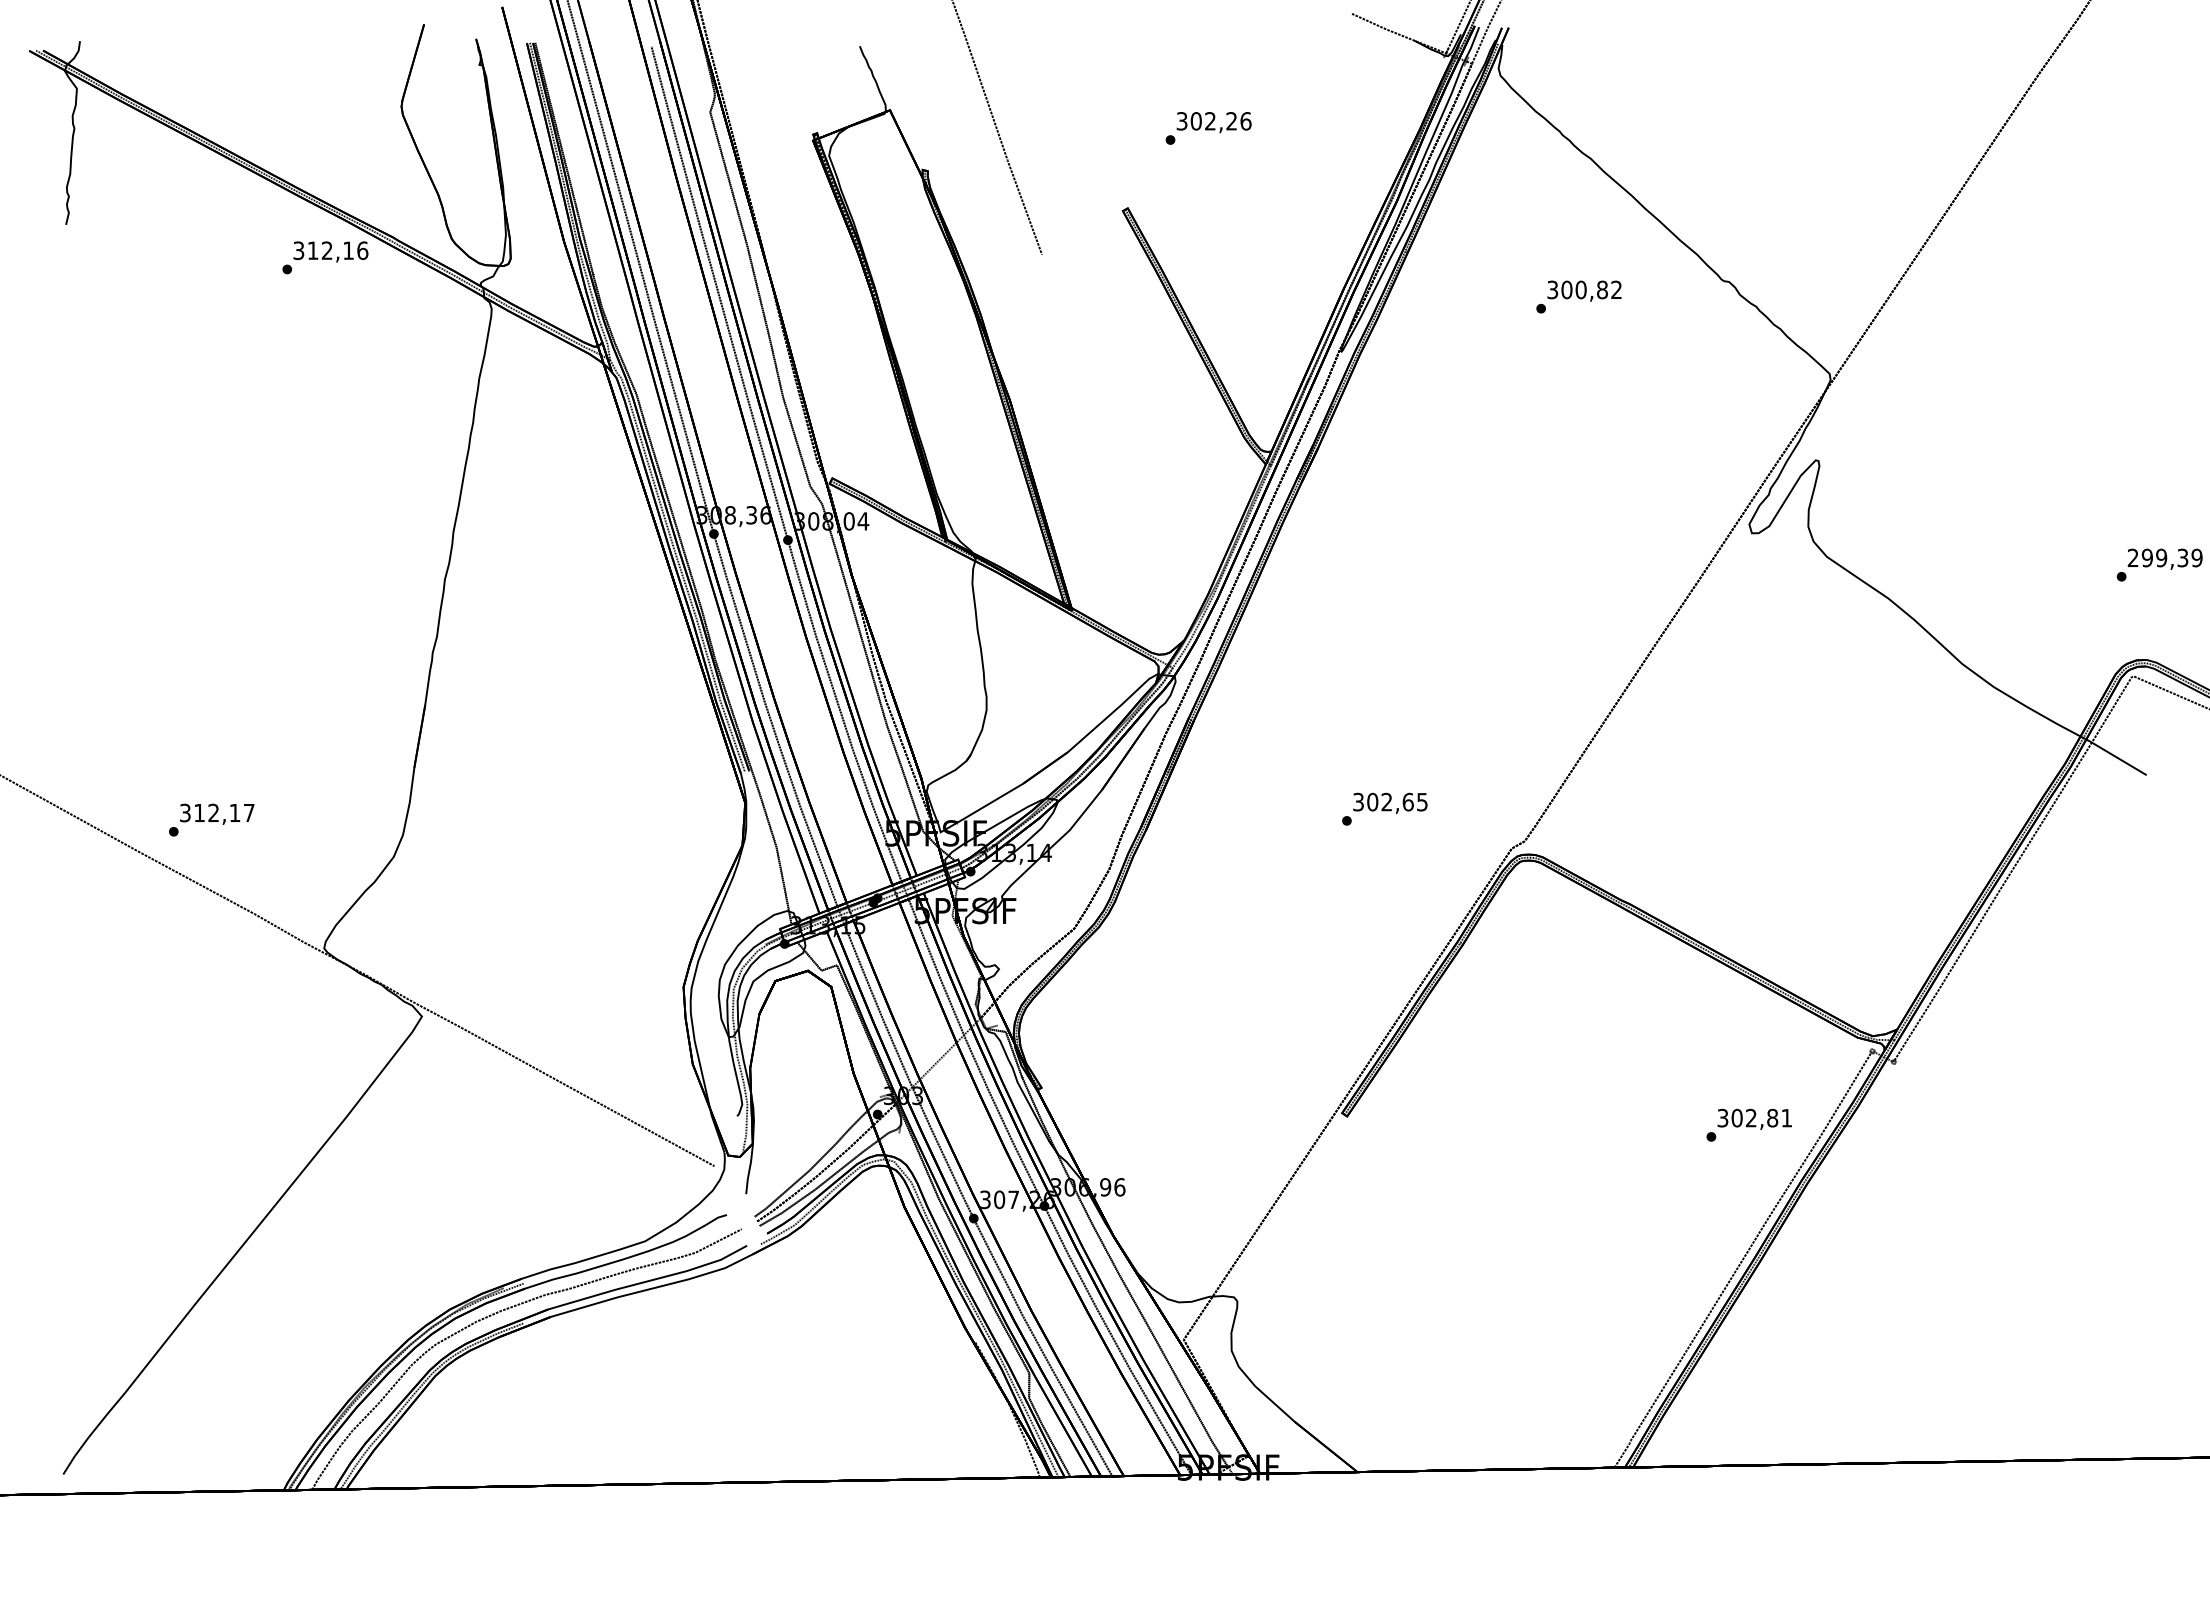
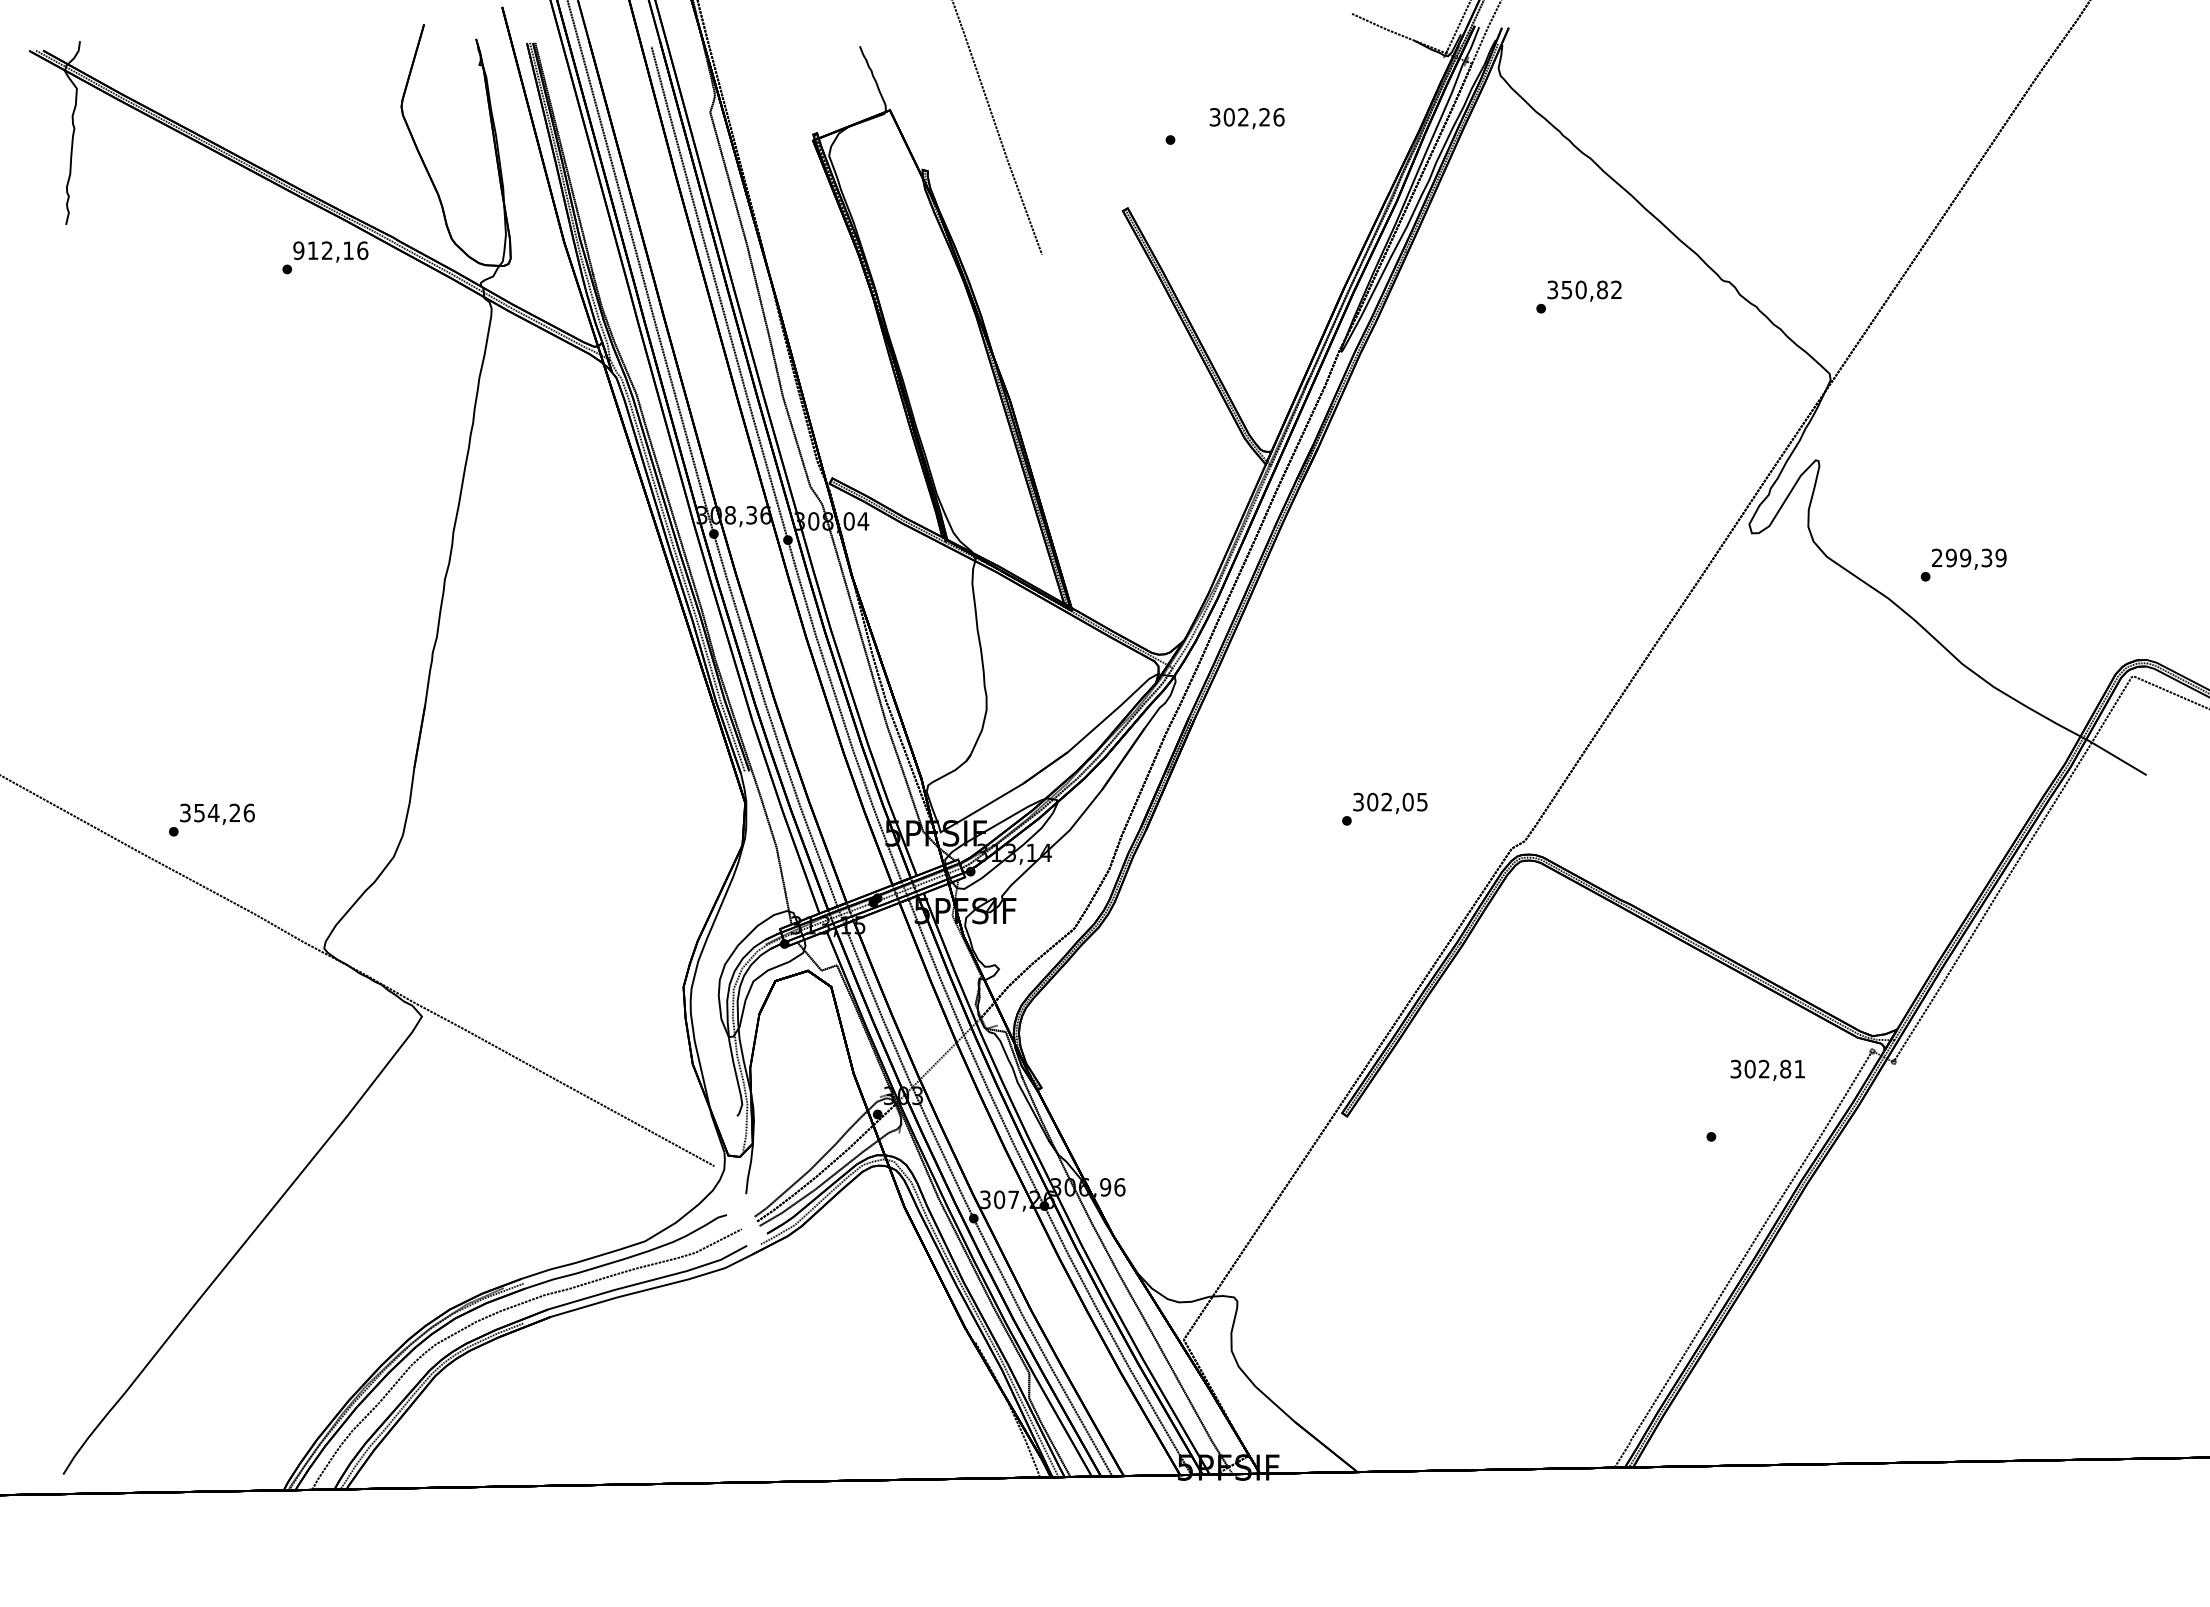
text at (1213, 122) position: (1213, 122) -> (1246, 118)
text at (298, 250): 312,16 -> 912,16
text at (1566, 289): 300,82 -> 350,82
text at (2159, 564) position: (2159, 564) -> (1963, 564)
text at (1407, 801): 302,65 -> 302,05
text at (224, 812): 312,17 -> 354,26
text at (1754, 1118) position: (1754, 1118) -> (1767, 1069)
